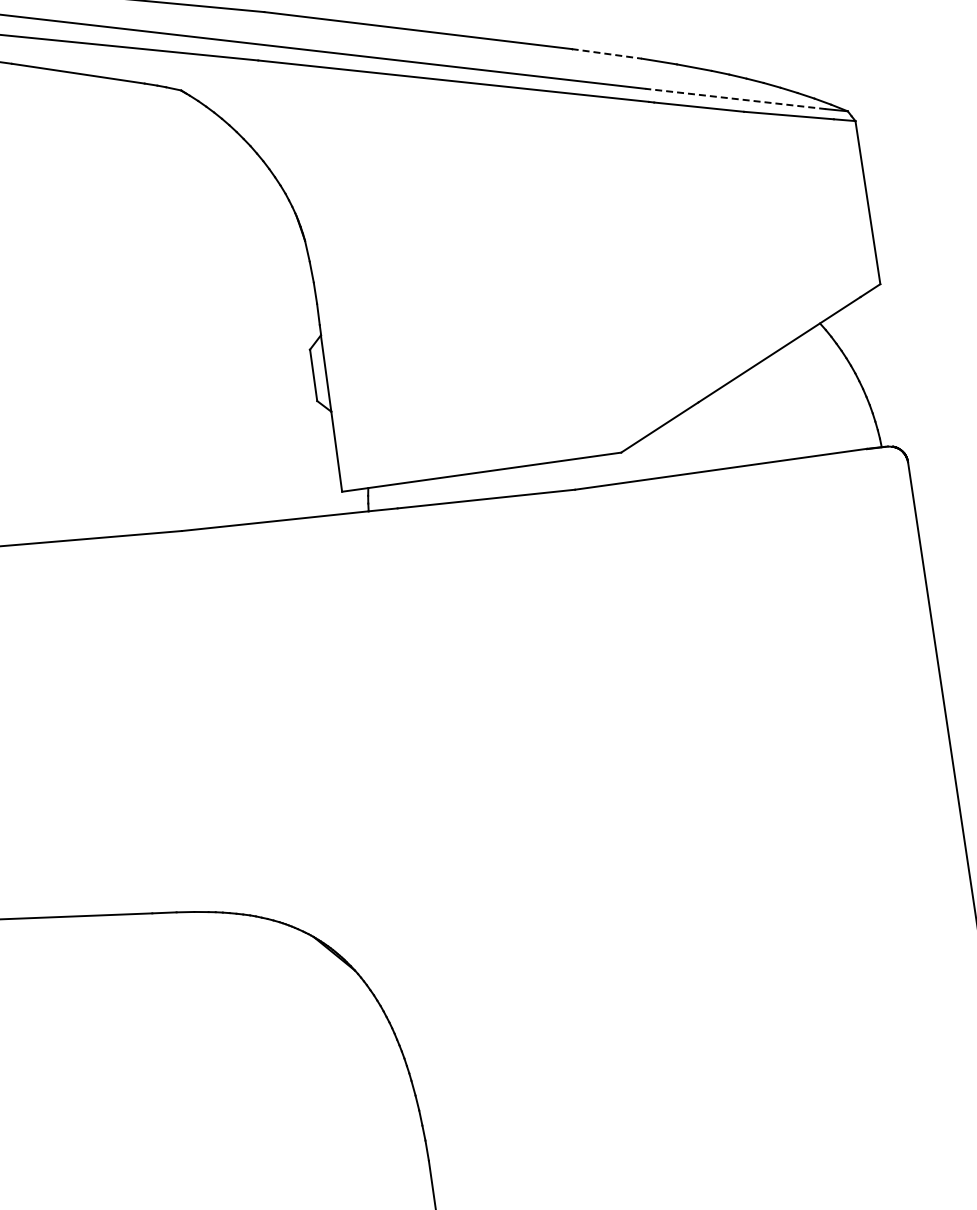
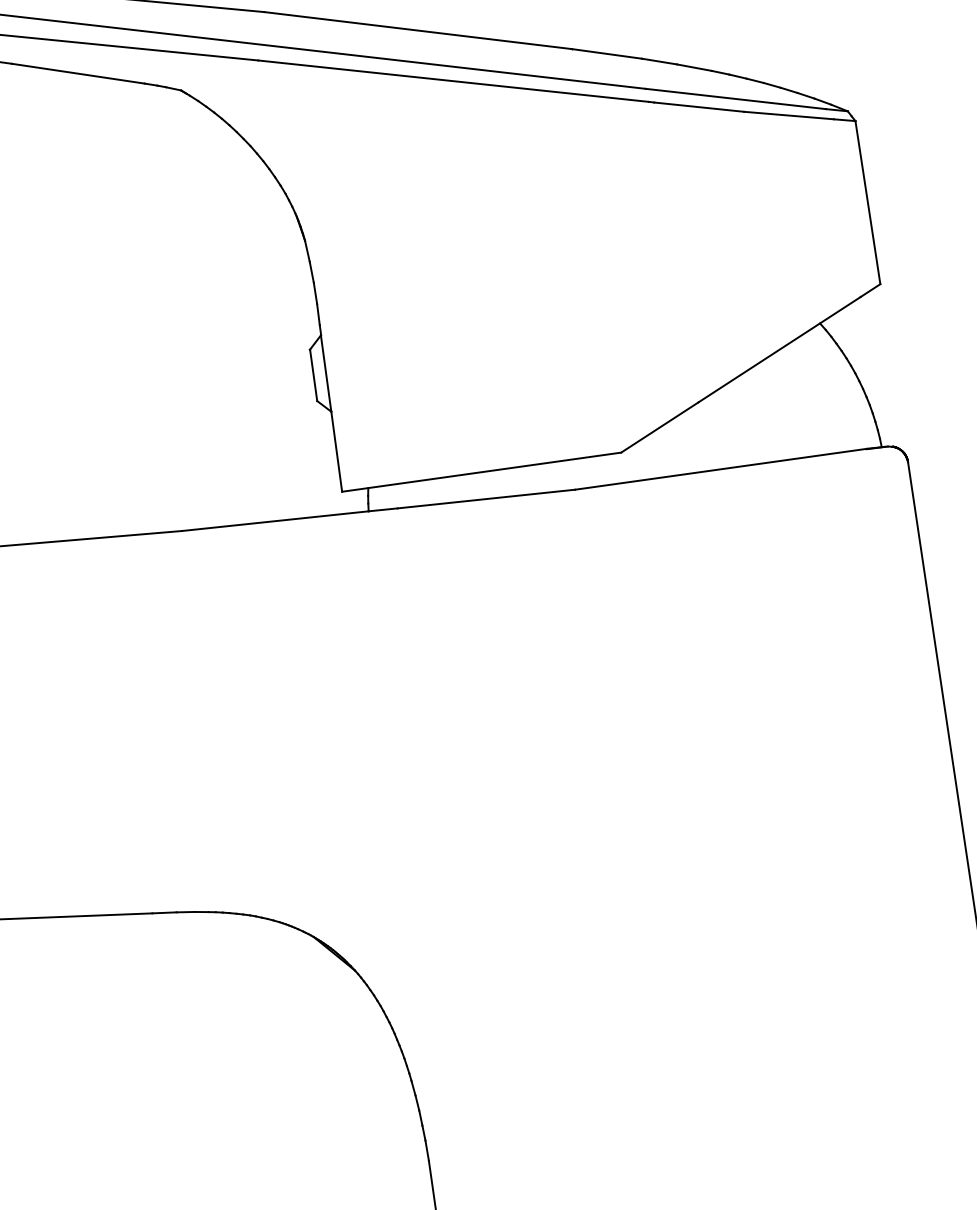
line at (607, 53): dashed -> solid
line at (735, 98): dashed -> solid
